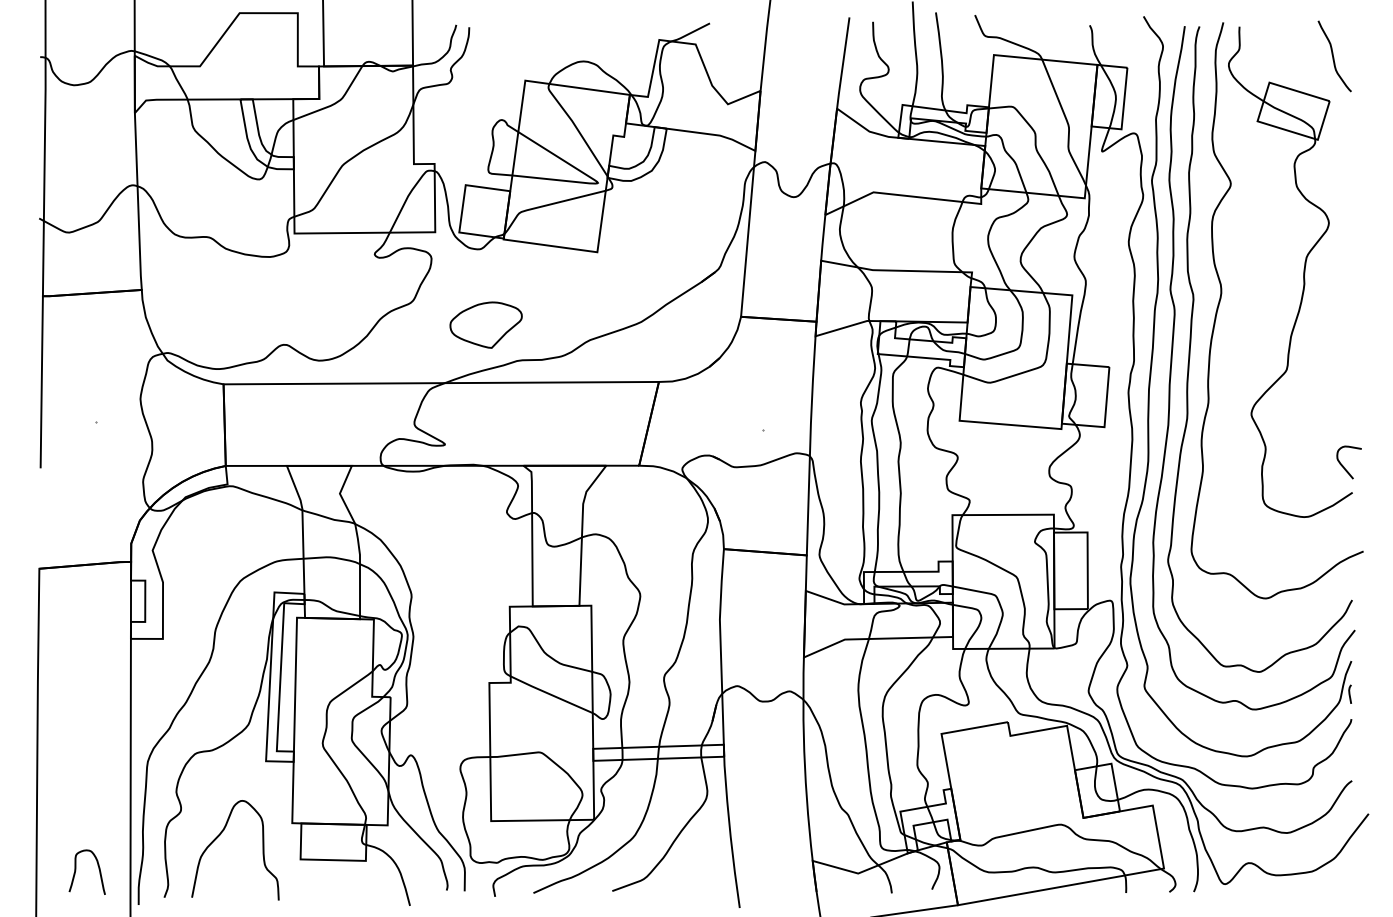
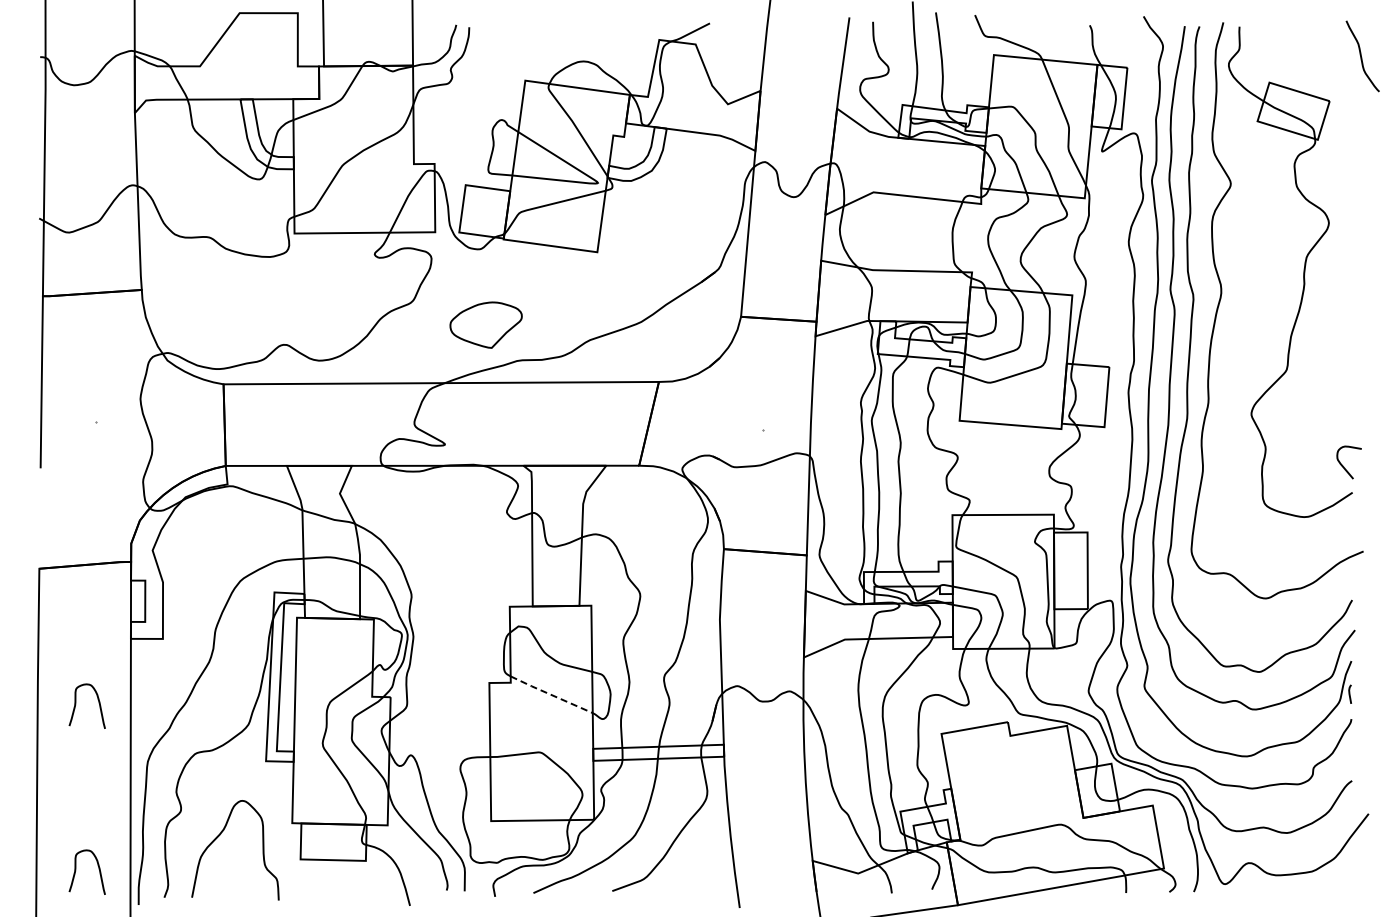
curve at (1333, 56) position: (1333, 56) -> (1361, 56)
line at (550, 694): solid -> dashed
curve at (76, 704): none -> present
